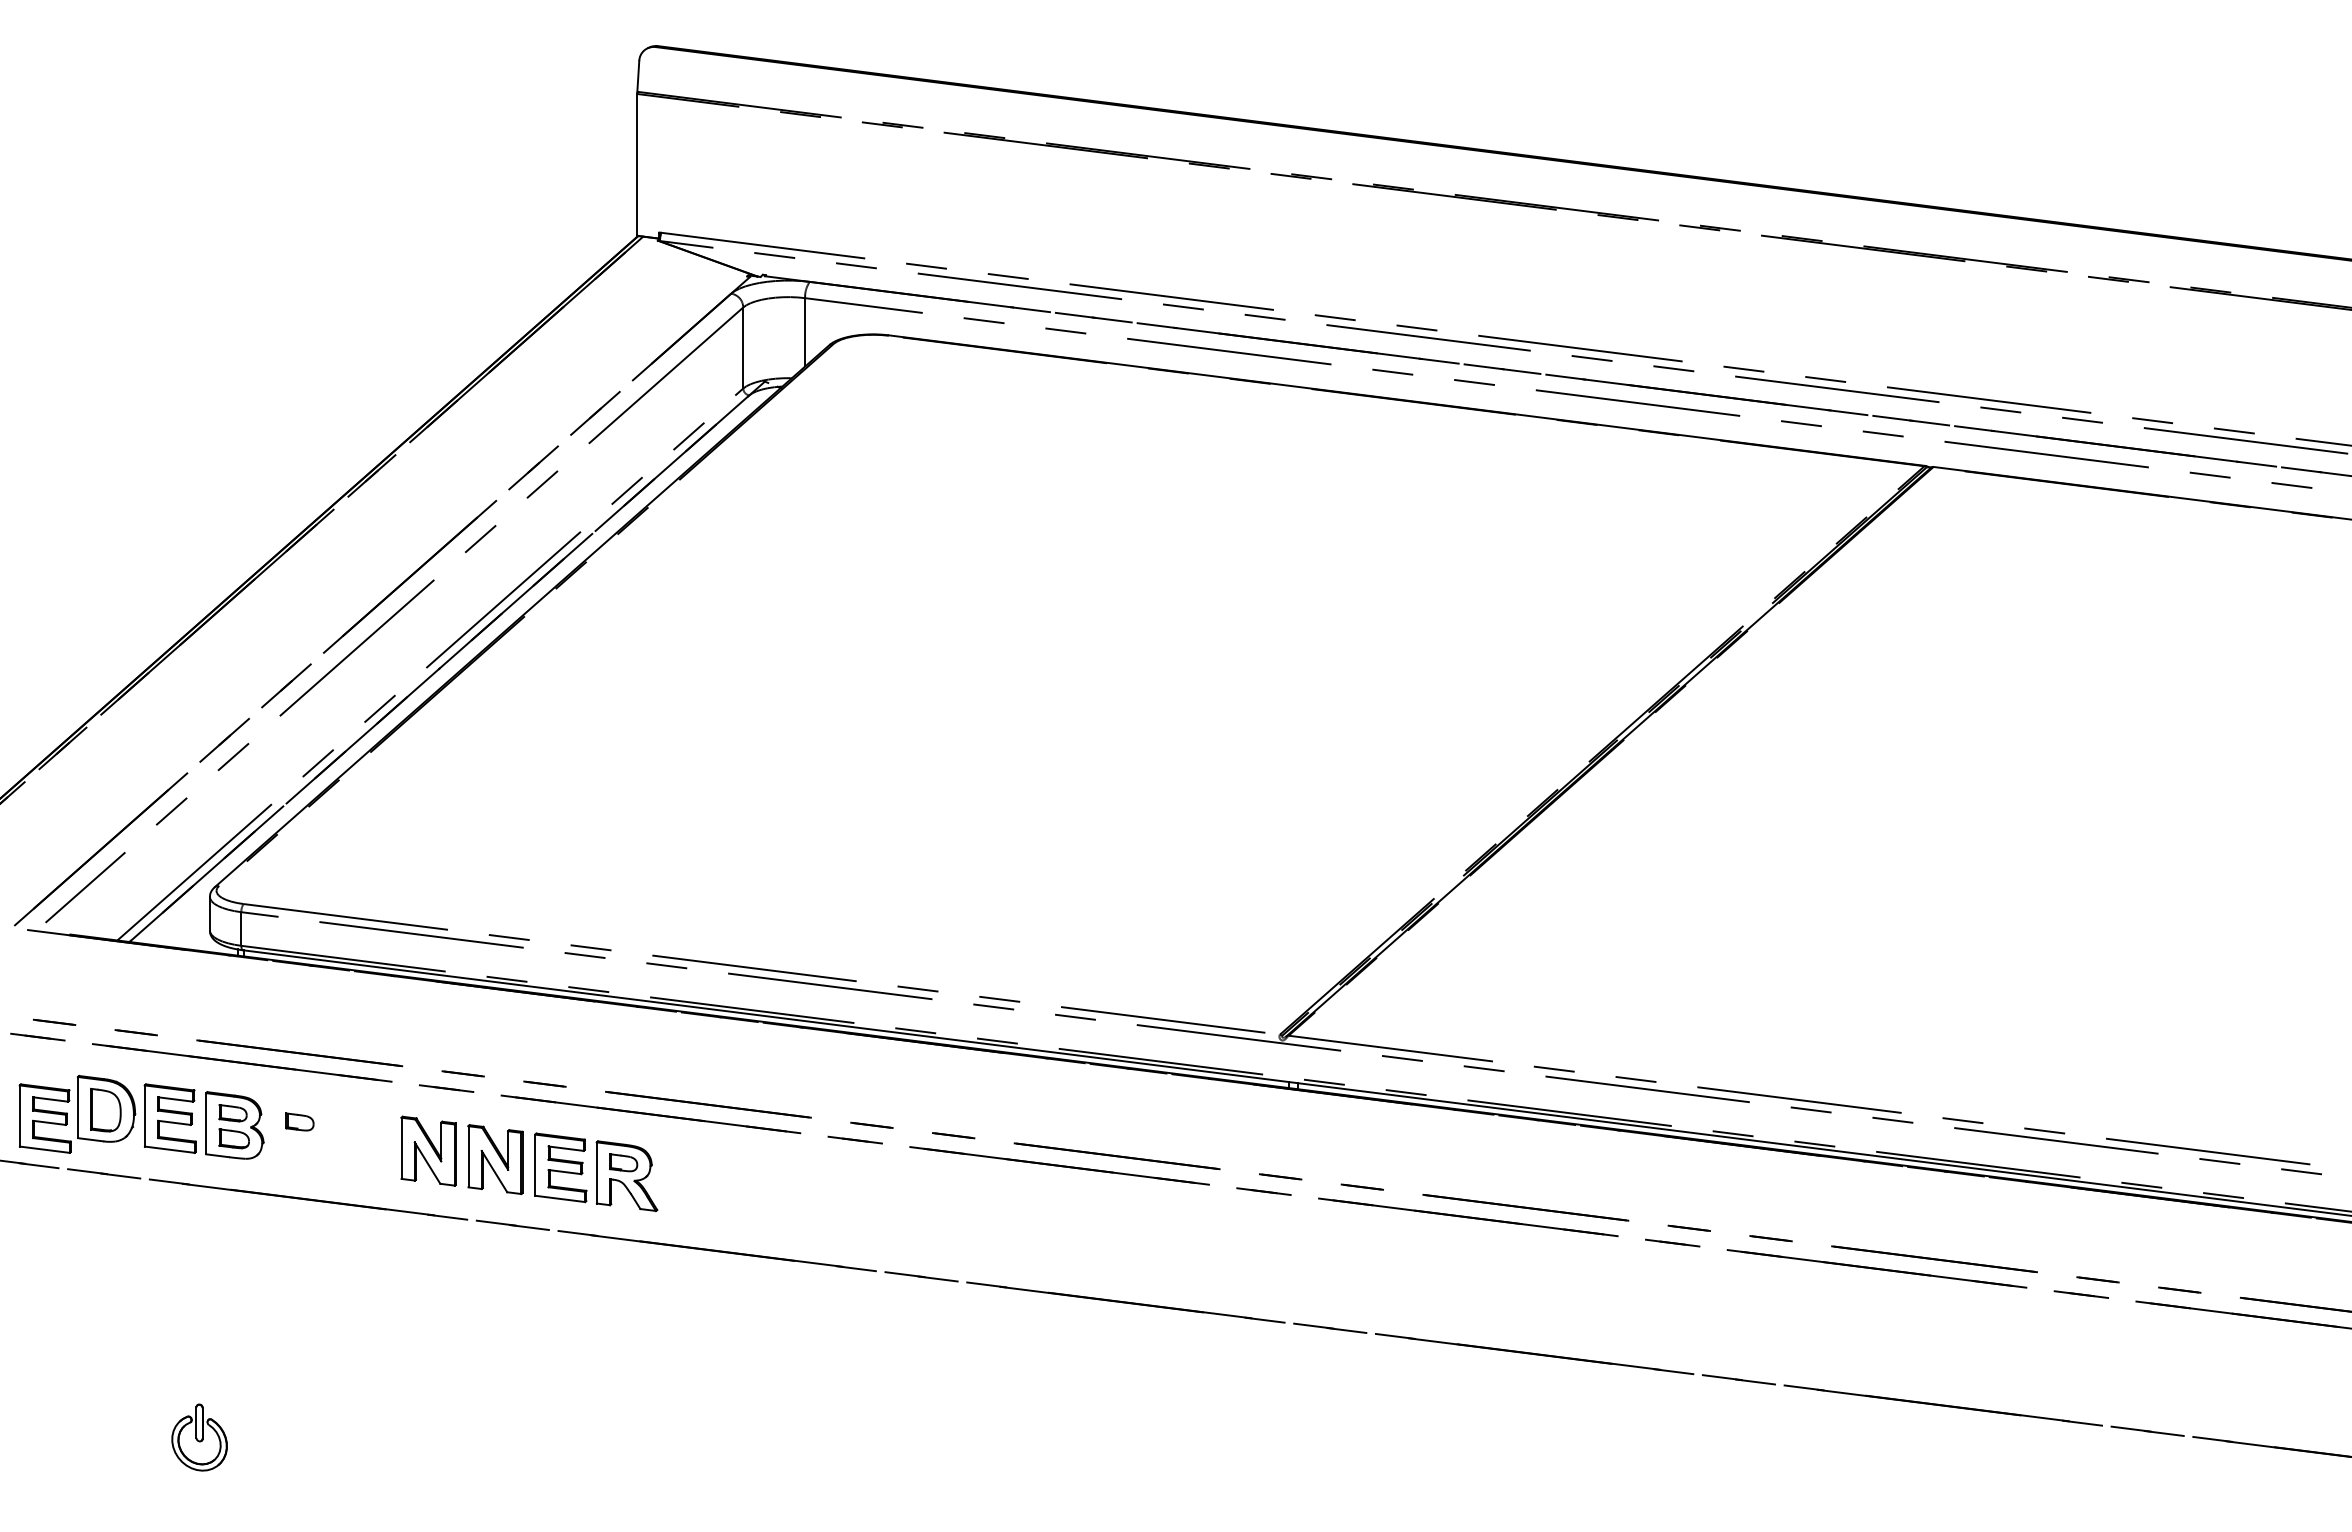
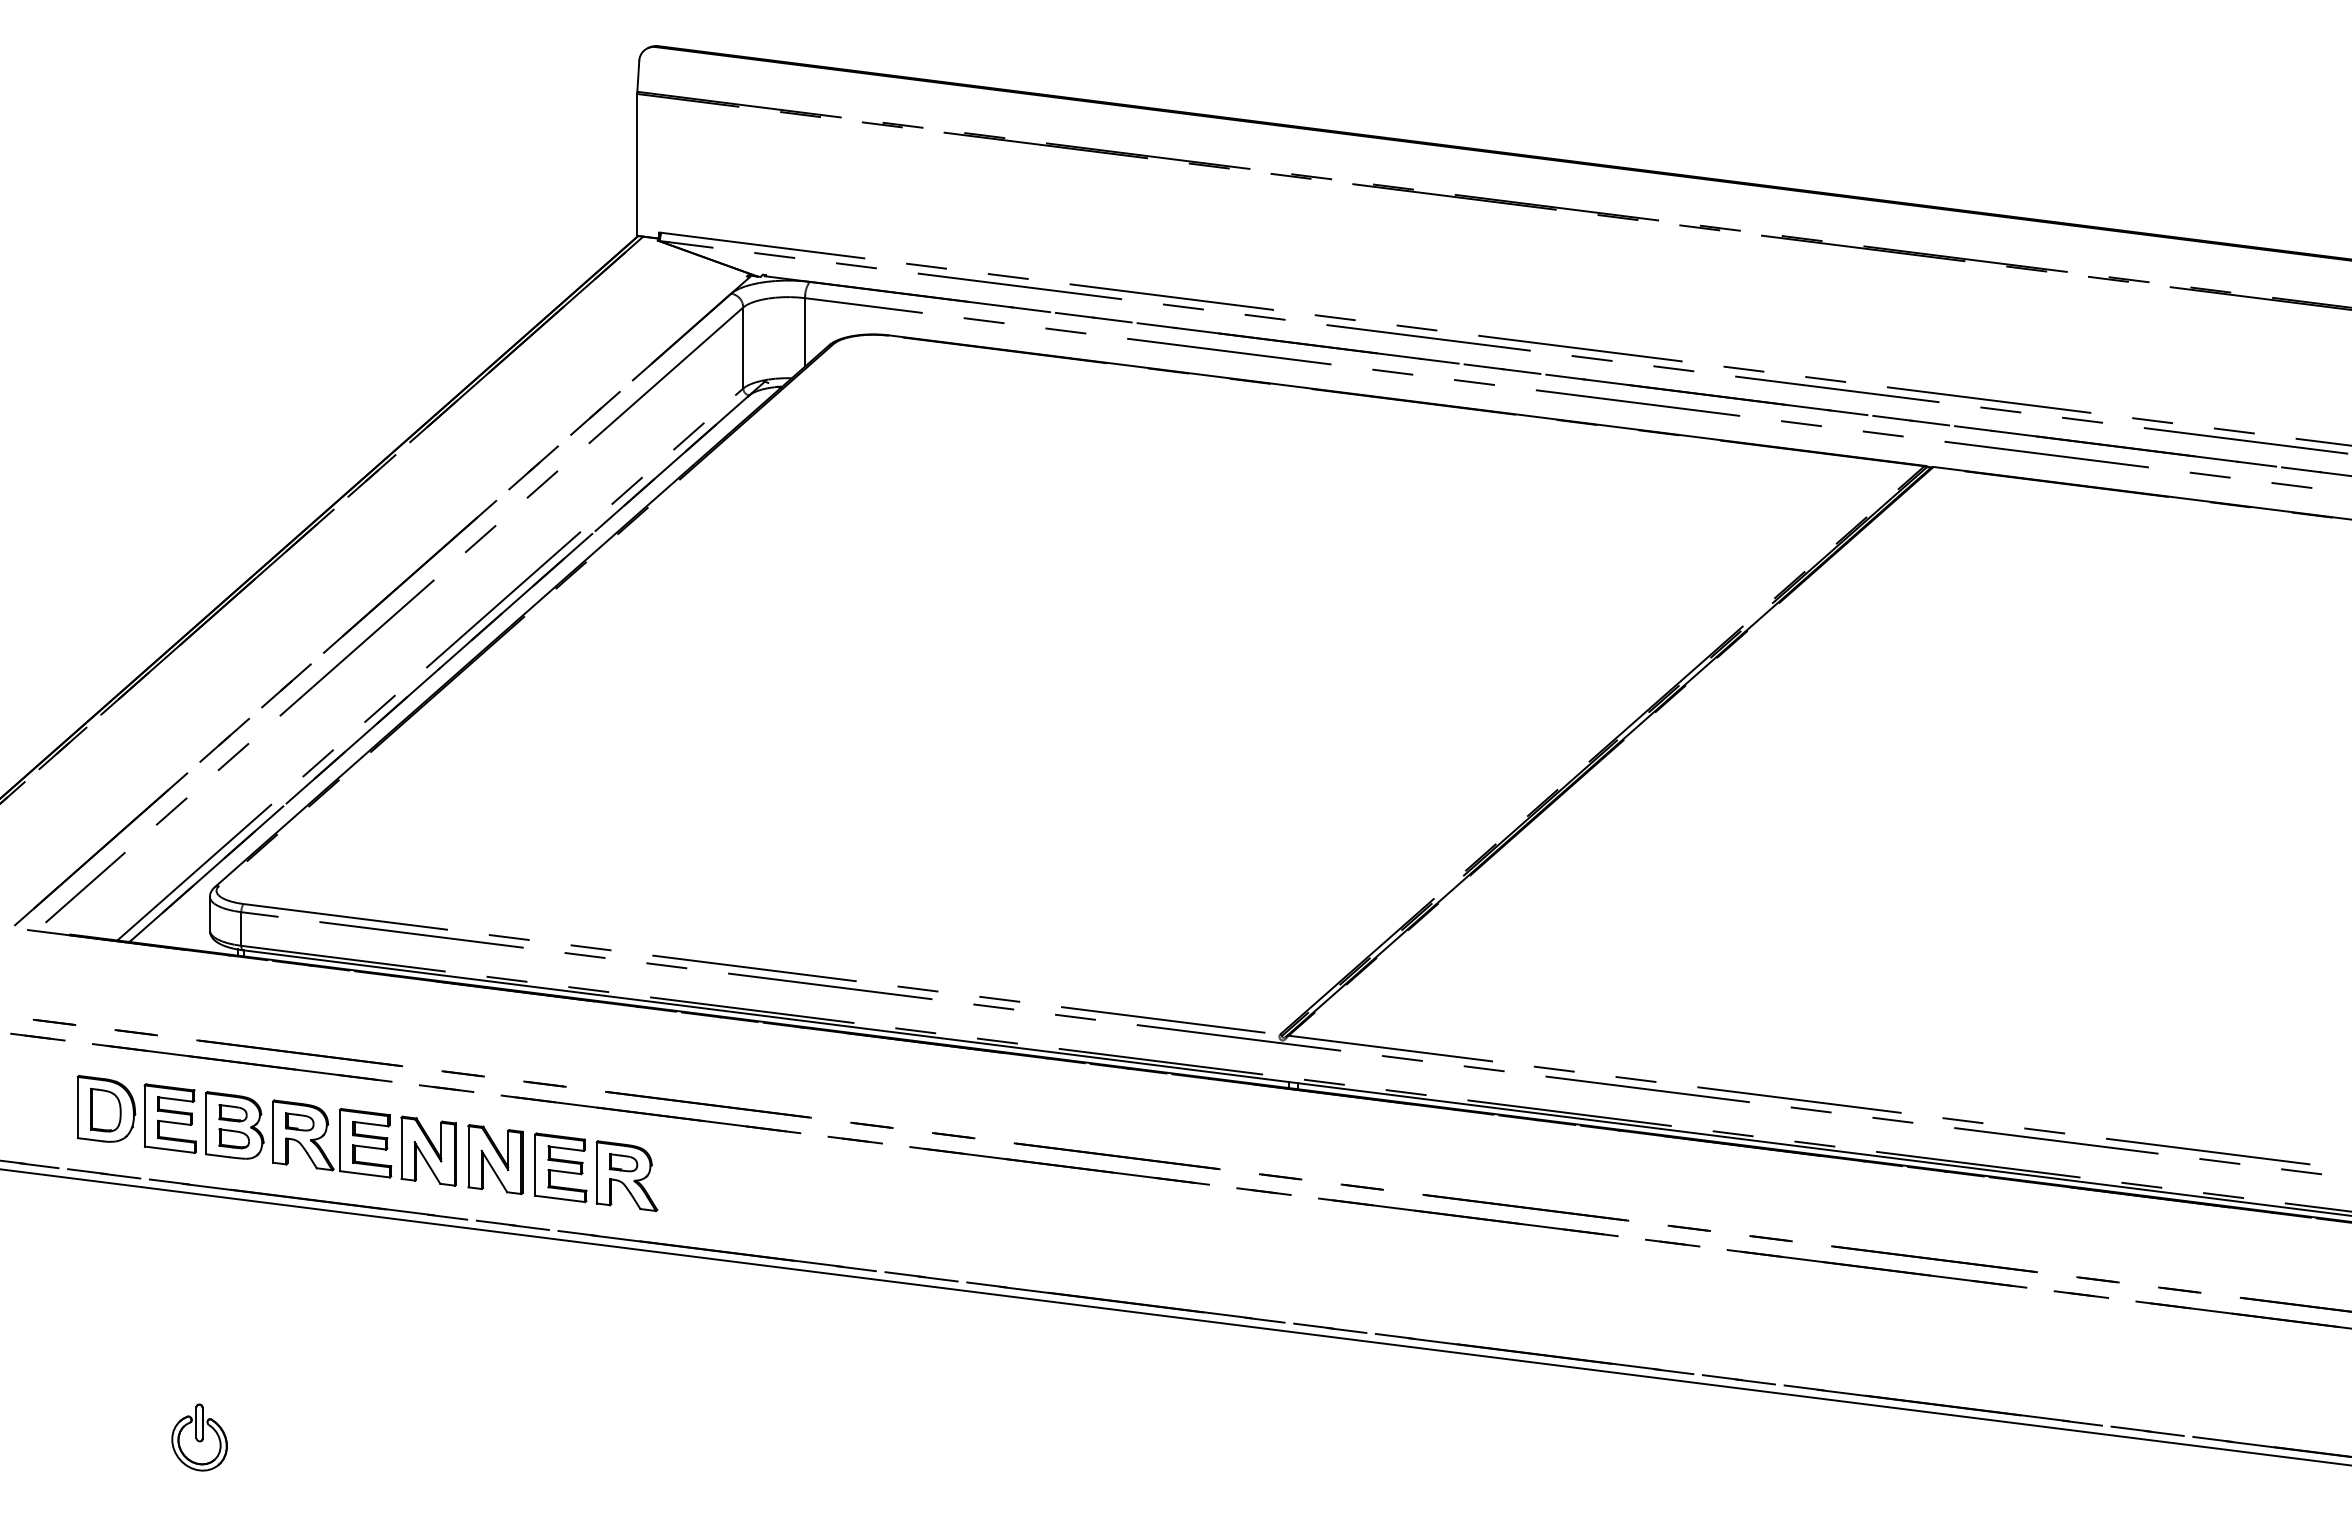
part at (44, 1118): present -> none
part at (339, 1138): none -> present
line at (1175, 1317): none -> present
